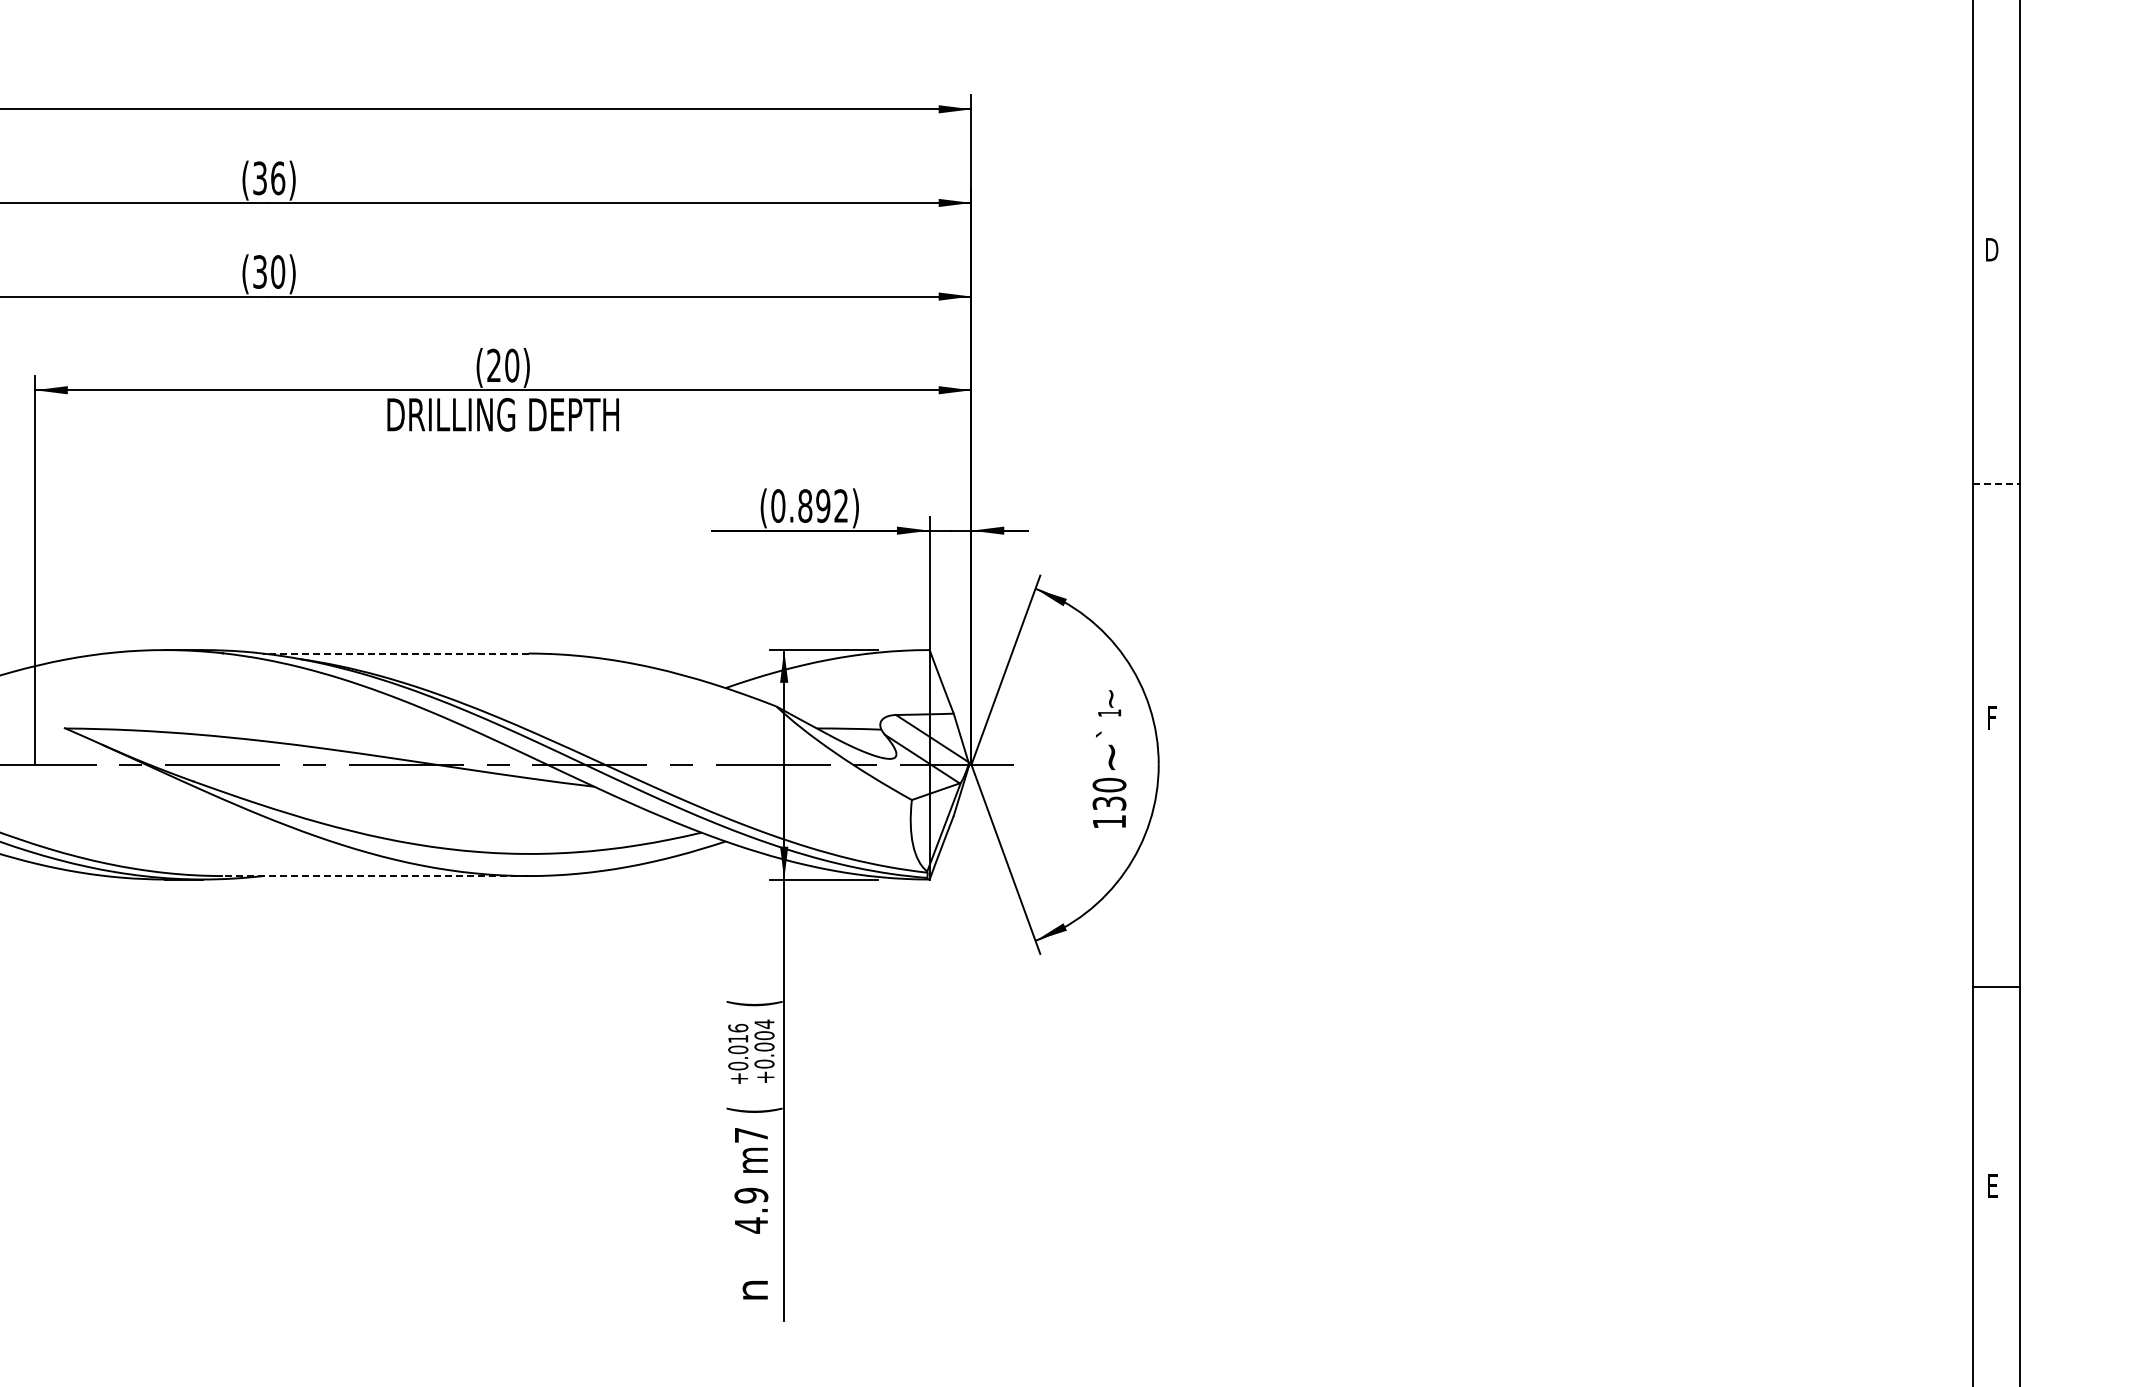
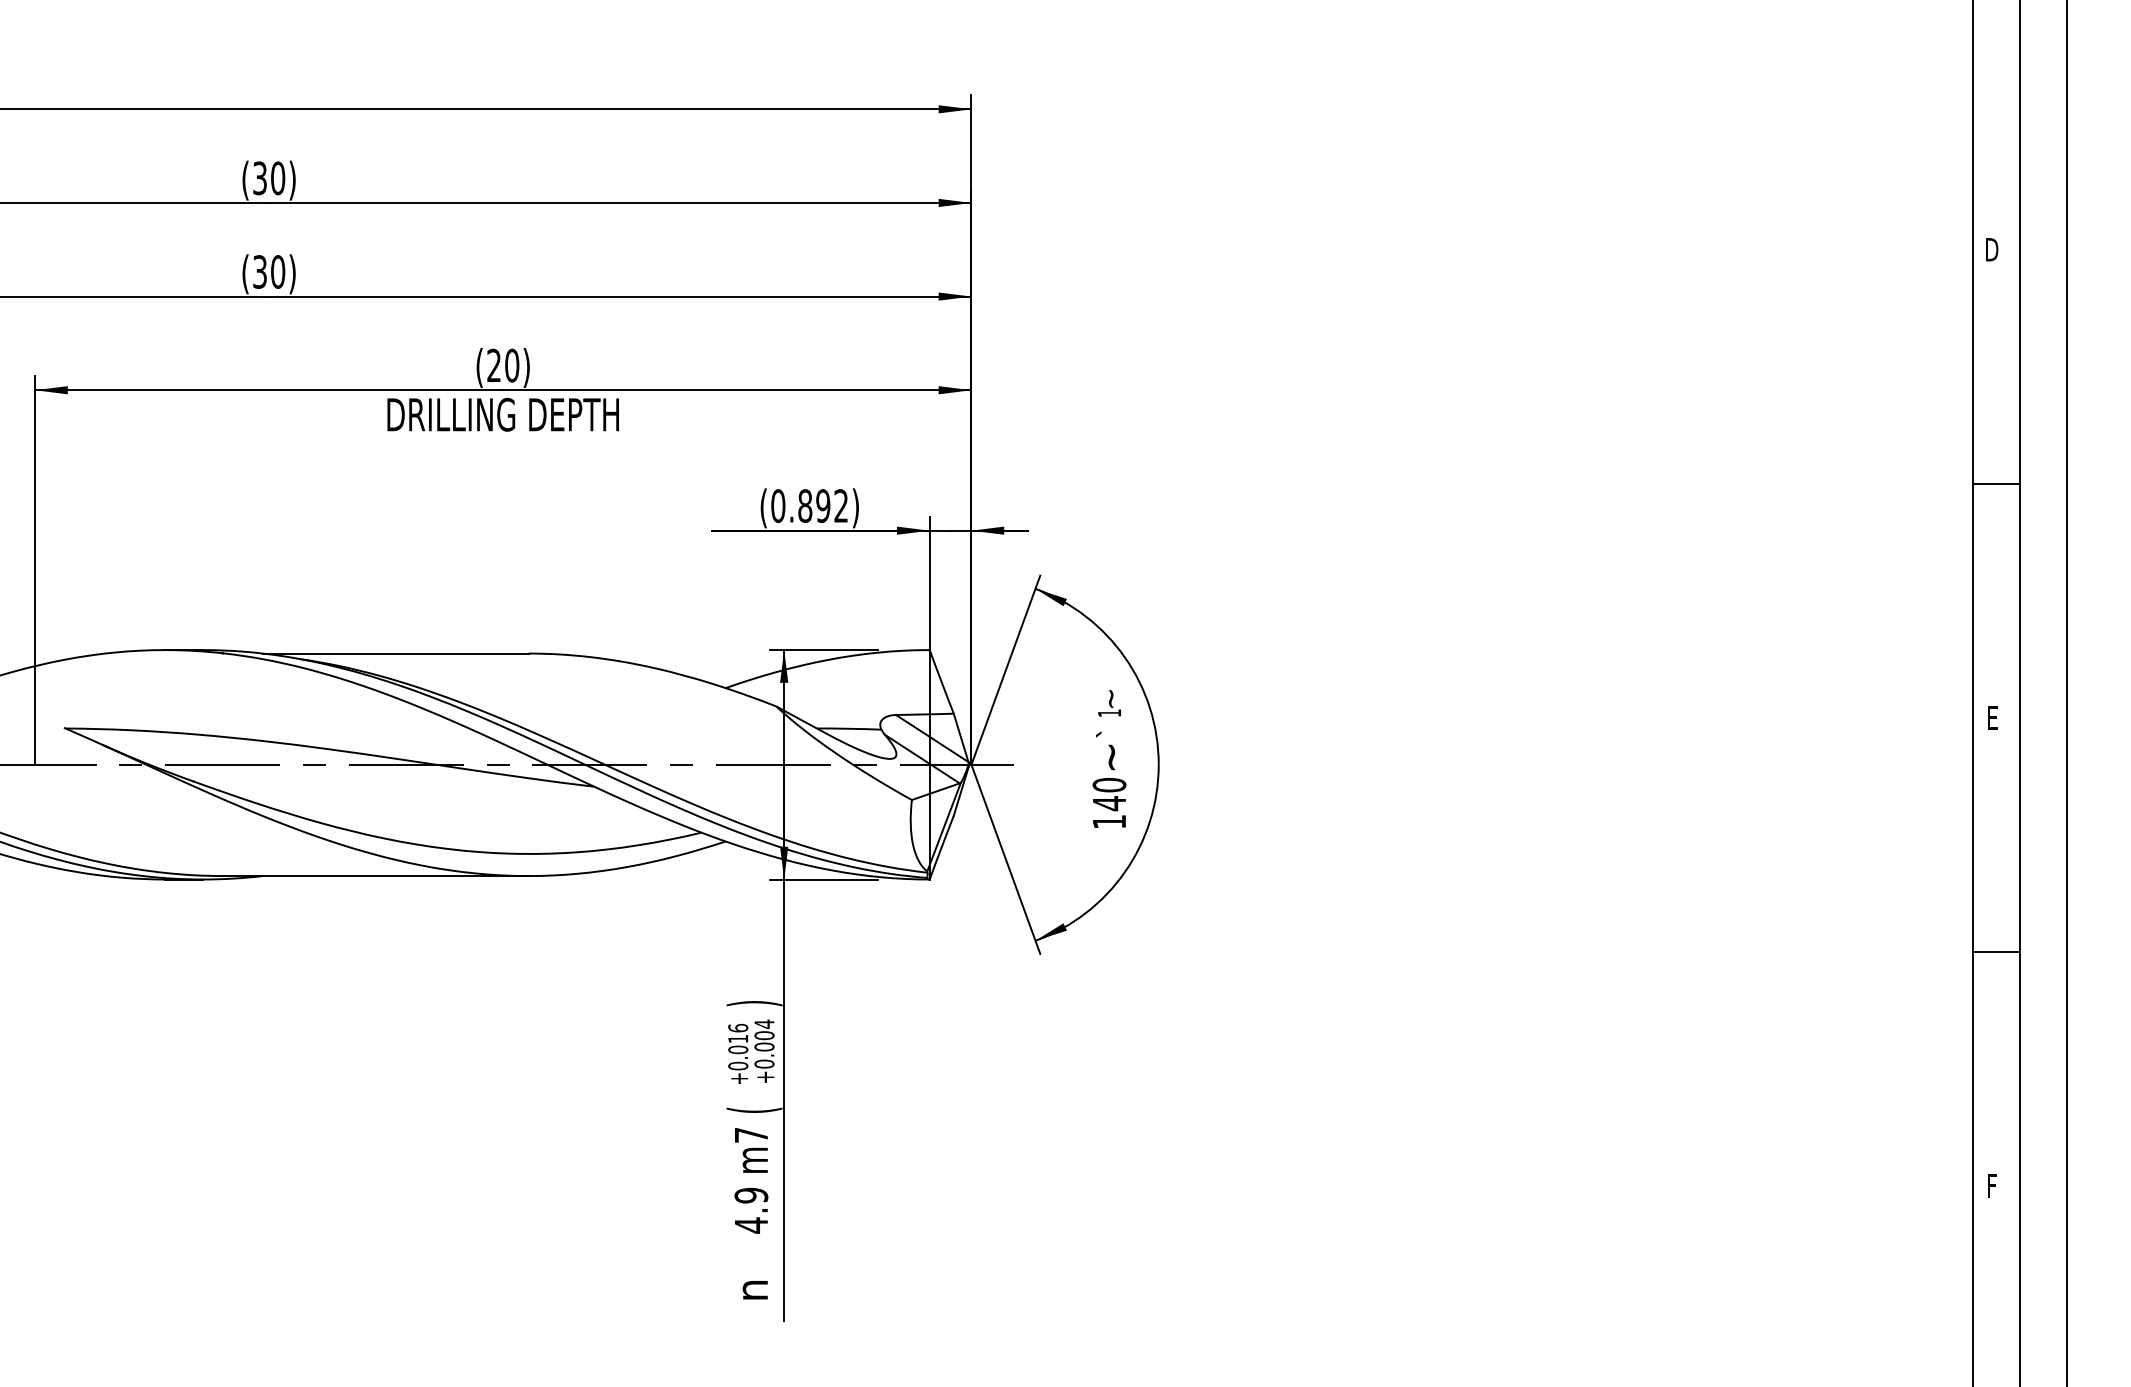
text at (278, 178): (36) -> (30)
line at (1997, 483): dashed -> solid
line at (395, 653): dashed -> solid
line at (2067, 692): none -> present
text at (1993, 717): F -> E
text at (1109, 803): 130 -> 140
line at (375, 876): dashed -> solid
line at (1996, 987) position: (1996, 987) -> (1996, 952)
text at (754, 1003): ( -> )
text at (1993, 1185): E -> F
